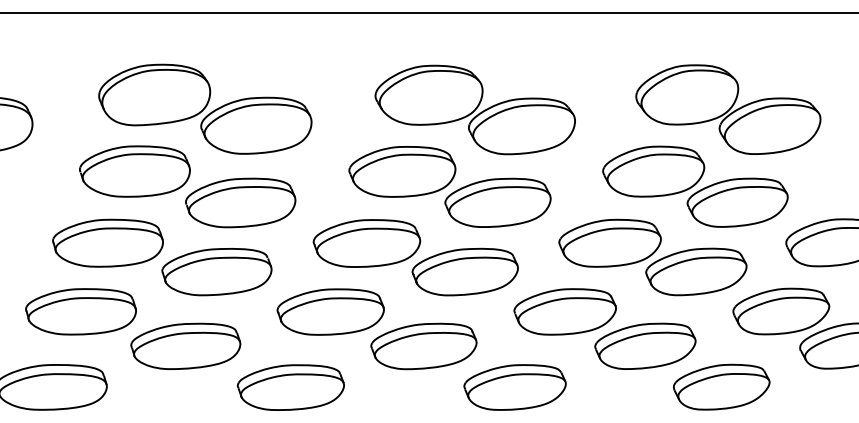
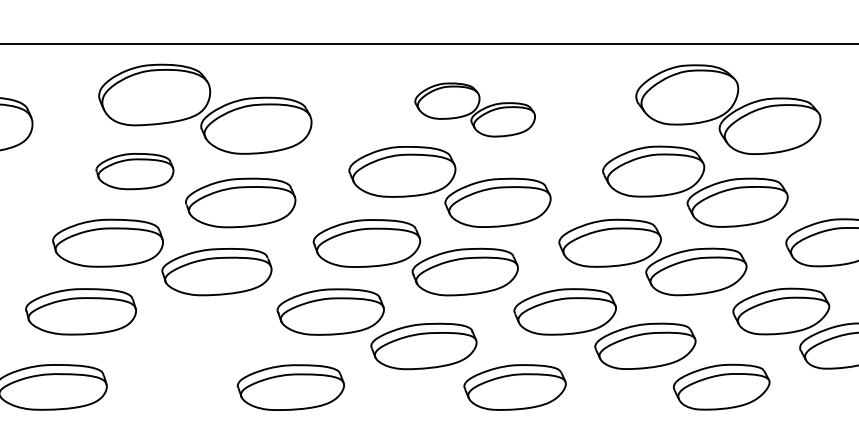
line at (428, 12) position: (428, 12) -> (428, 43)
part at (474, 109) size: 202x92 px -> 122x56 px
part at (134, 171) size: 112x53 px -> 80x38 px
part at (185, 345): present -> none
